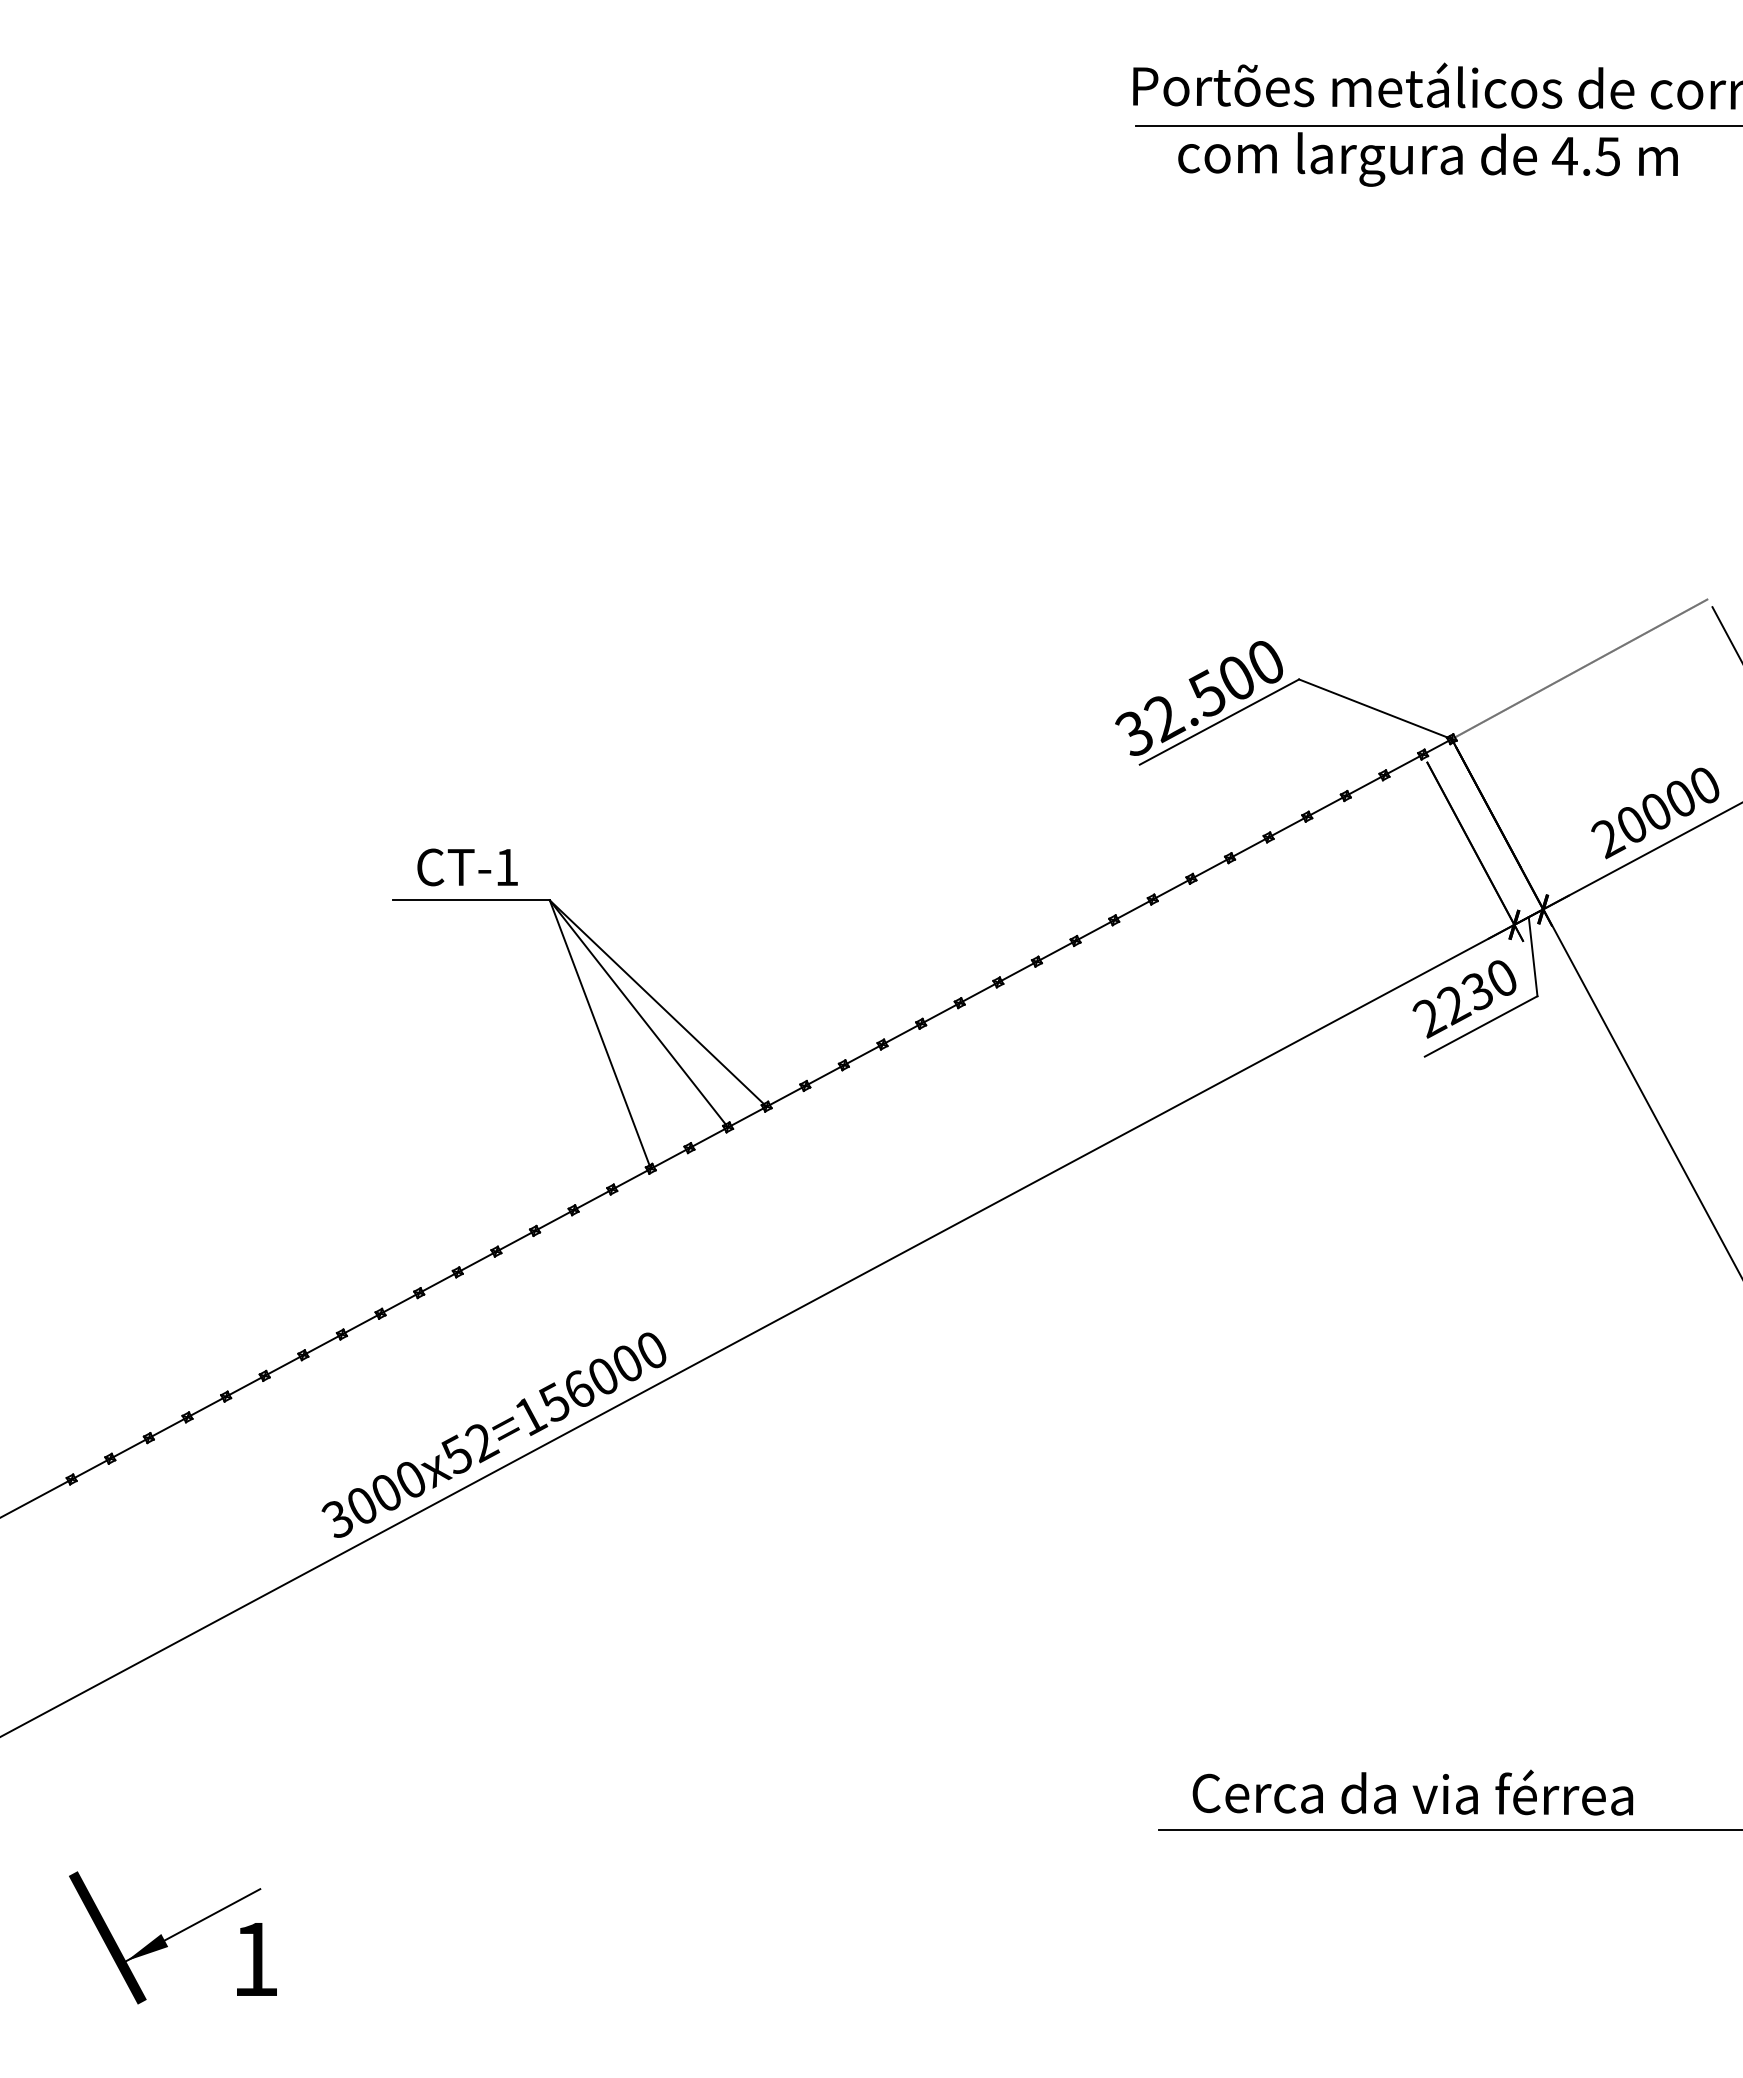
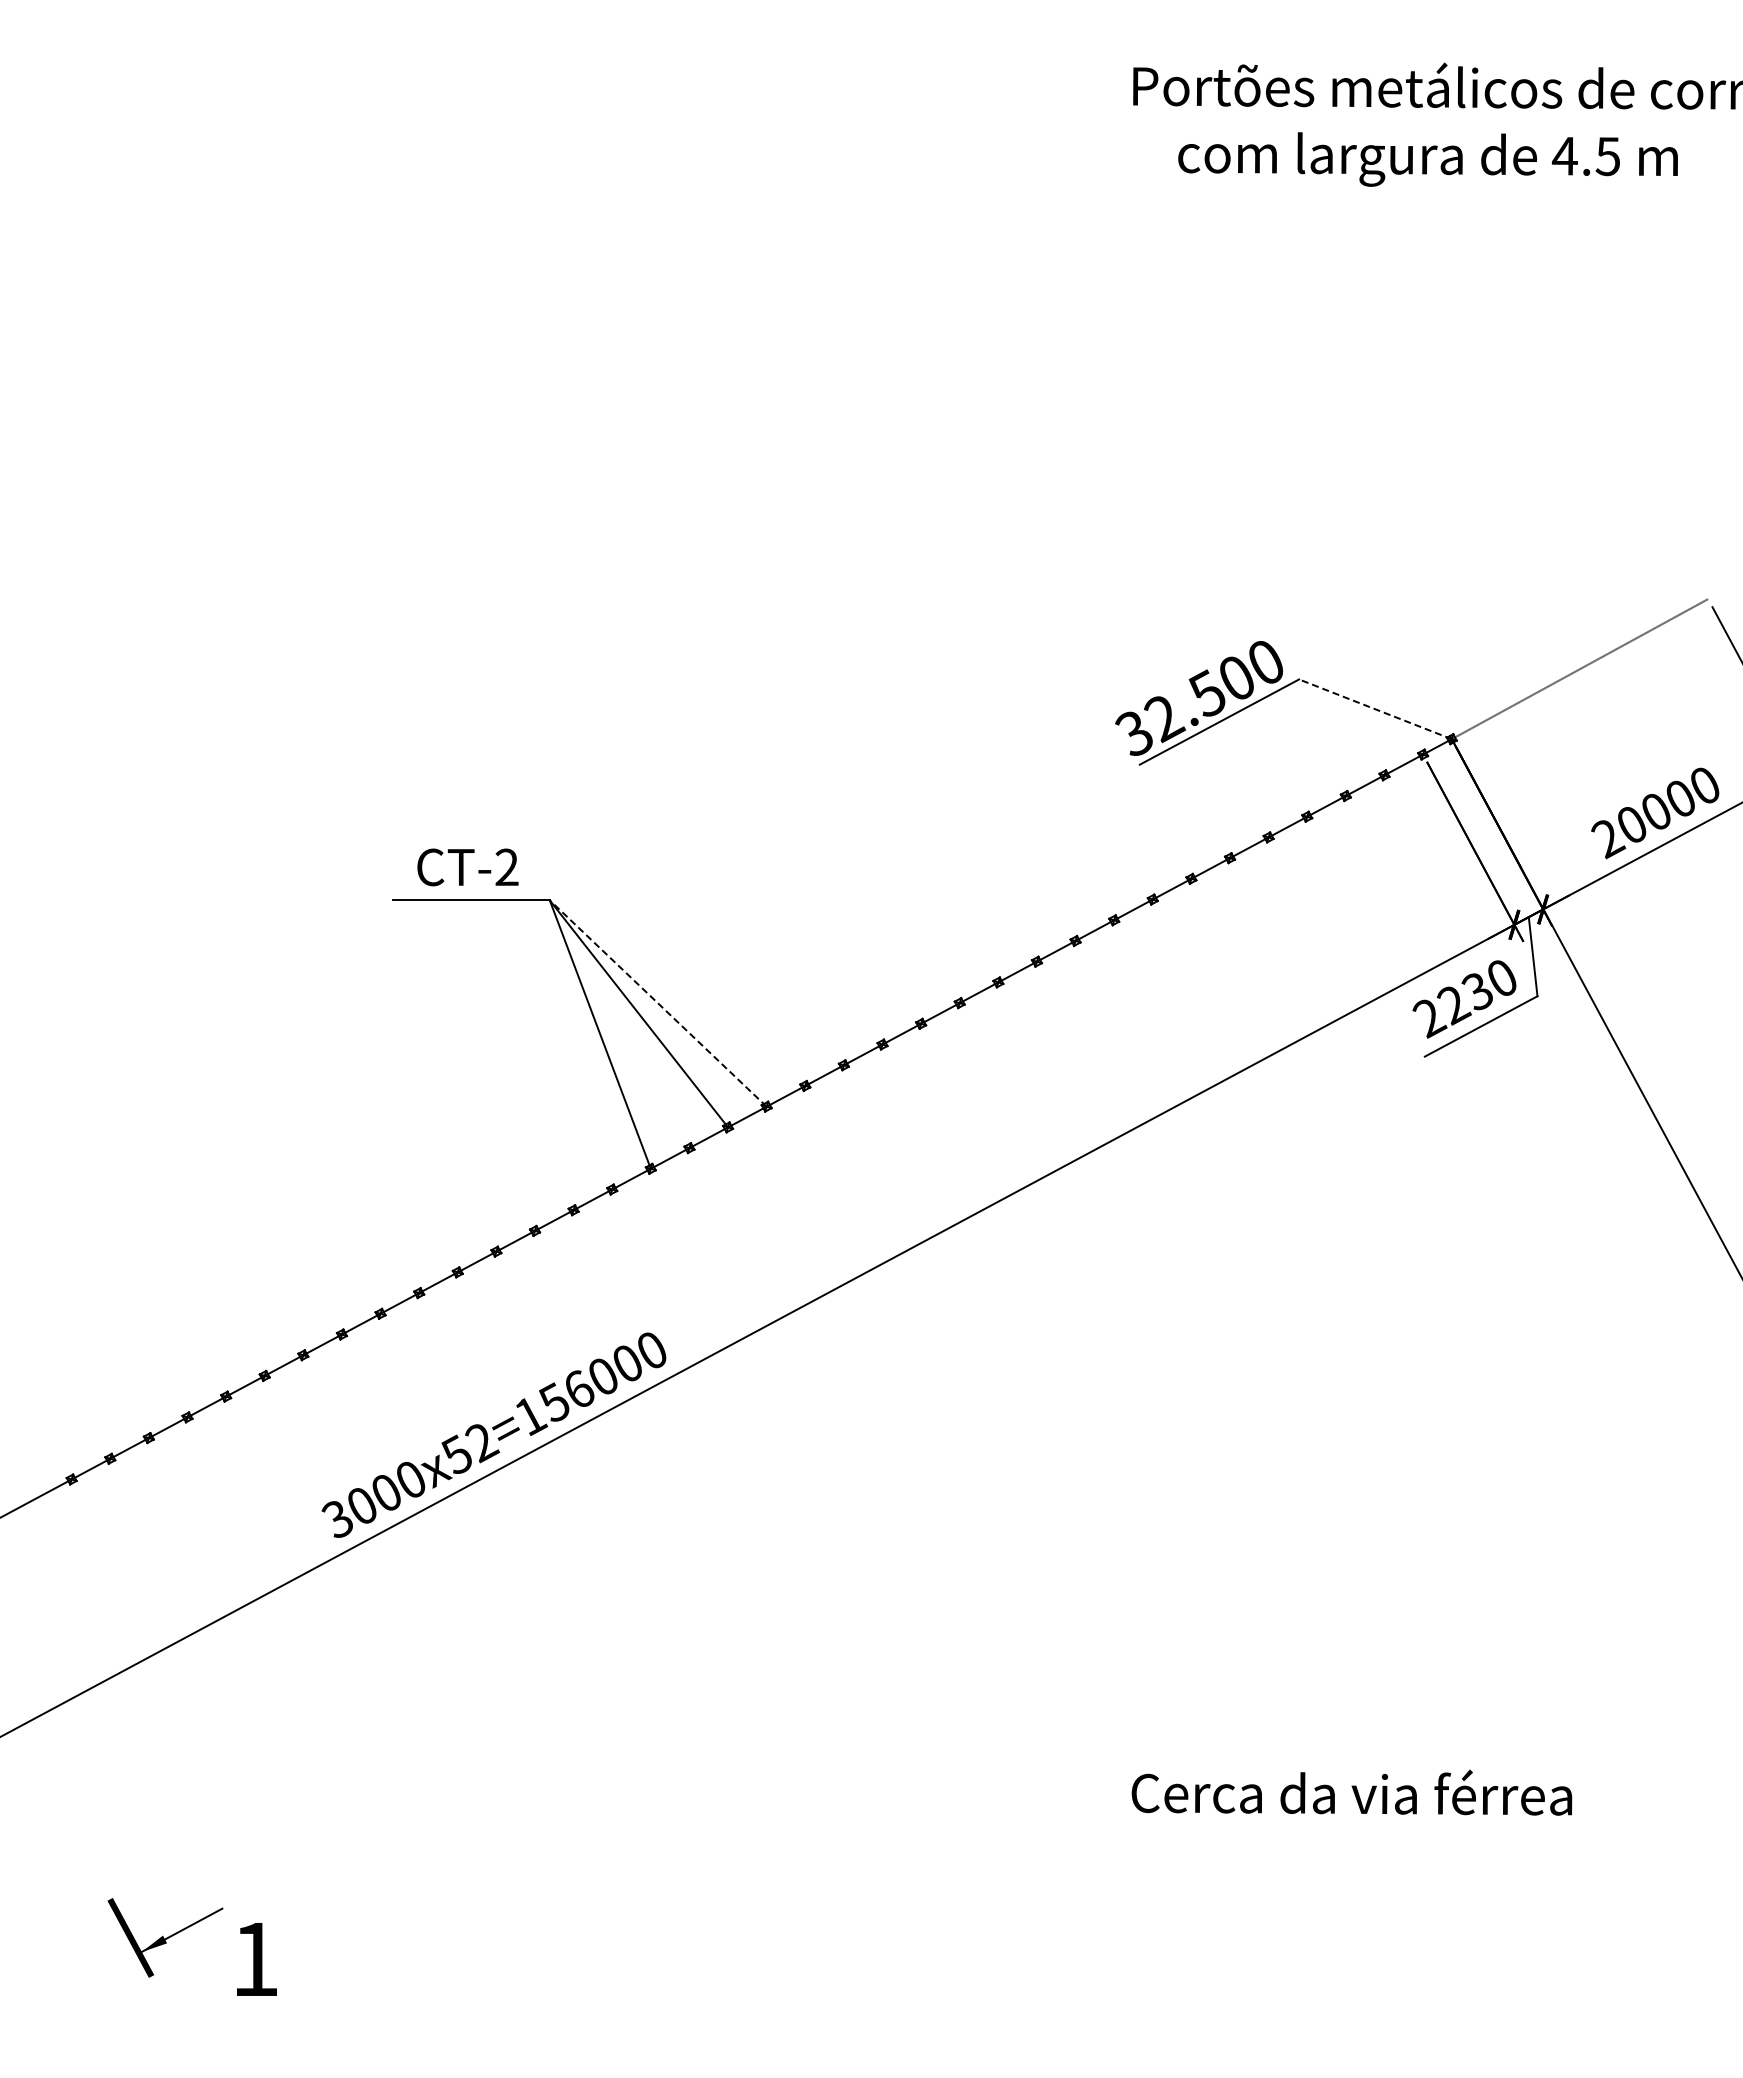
line at (1437, 125): present -> none
line at (1375, 709): solid -> dashed
text at (506, 866): CT-1 -> CT-2
line at (658, 1003): solid -> dashed
text at (1412, 1792) position: (1412, 1792) -> (1351, 1792)
line at (1449, 1829): present -> none
part at (165, 1937) size: 193x134 px -> 117x80 px
